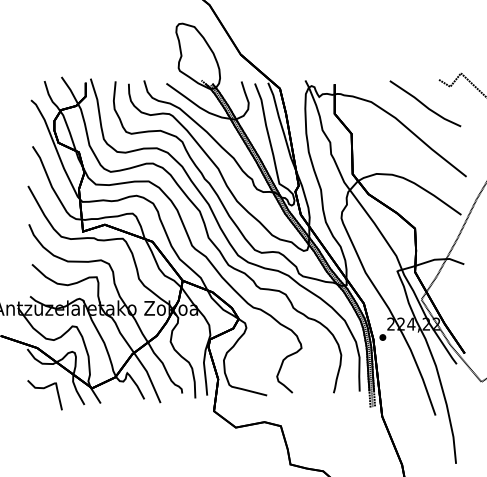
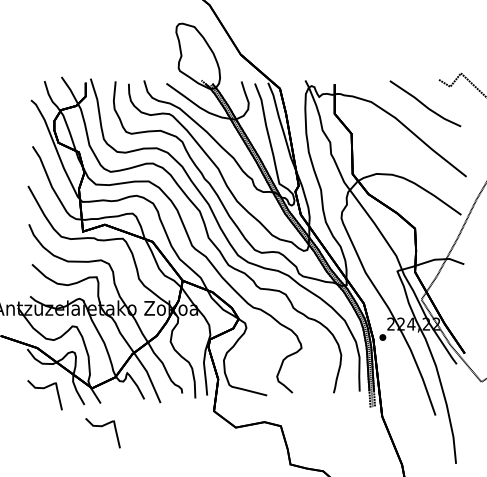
part at (101, 427): none -> present
